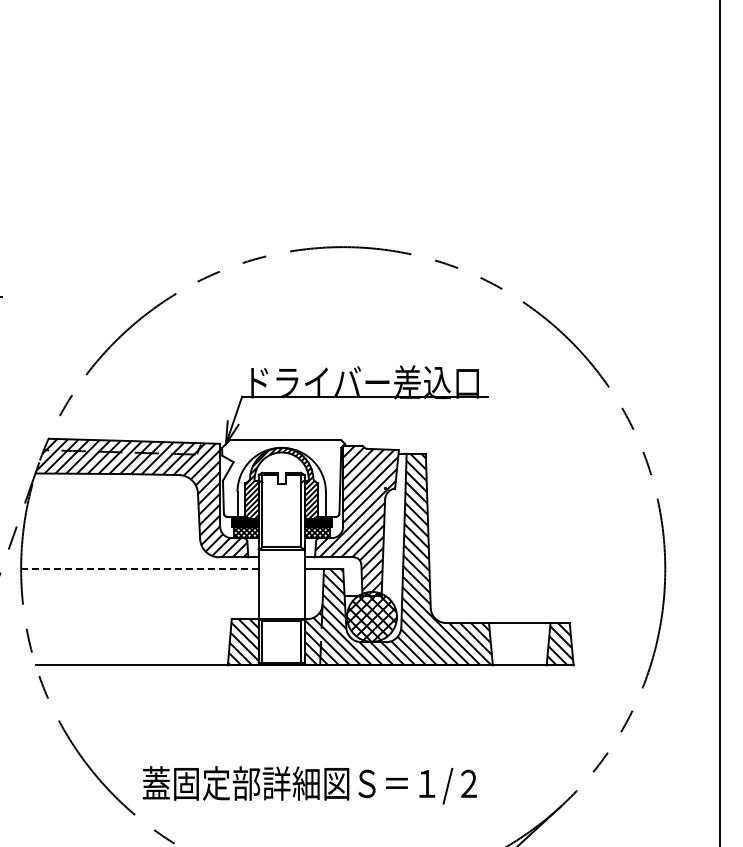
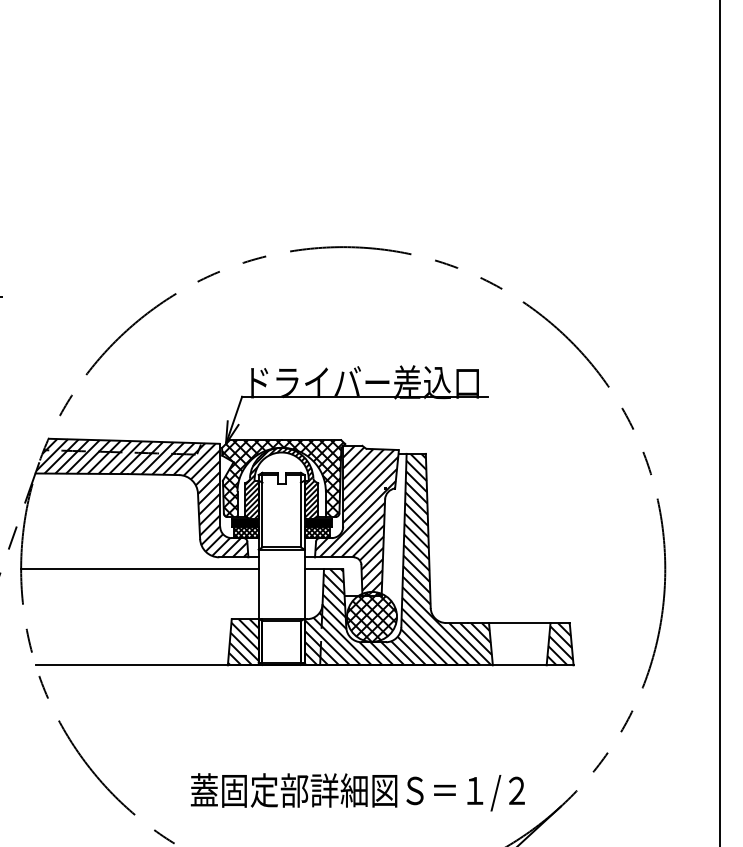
hatch at (282, 478): none -> present
line at (139, 569): dashed -> solid
text at (309, 785) position: (309, 785) -> (357, 792)
